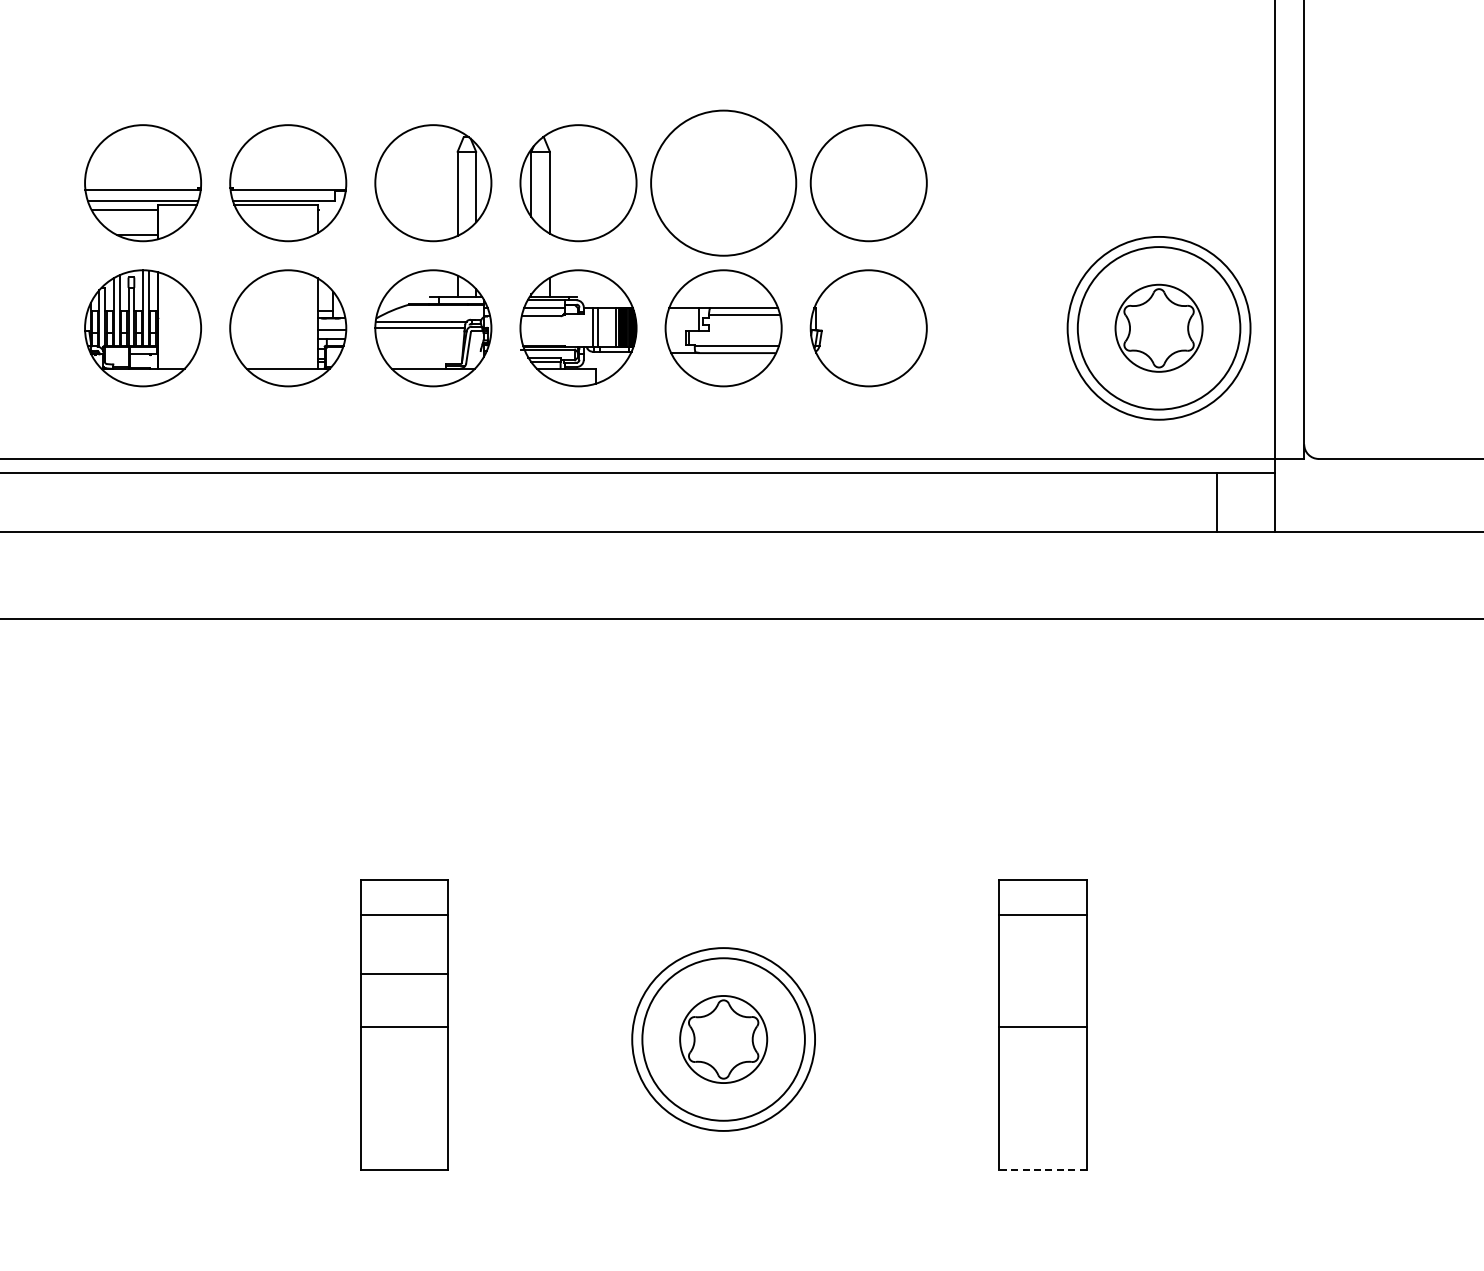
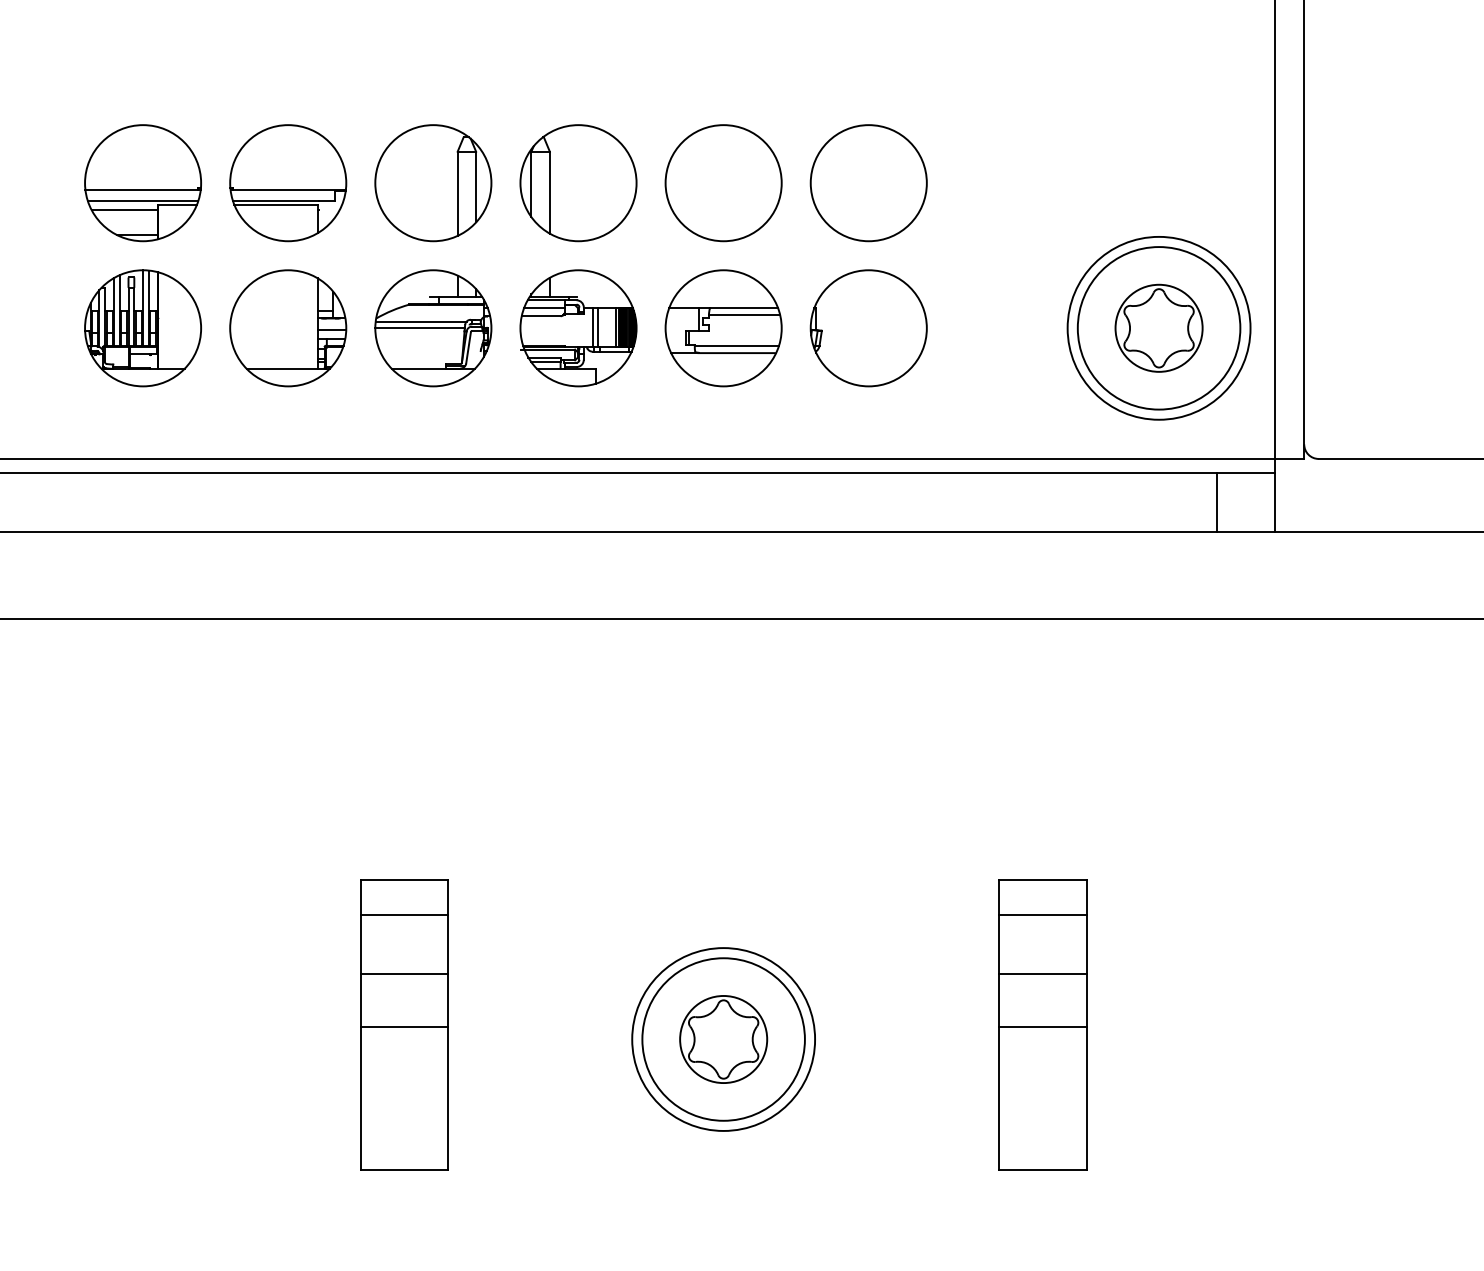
circle at (723, 182) diameter: 145 px -> 116 px
line at (1042, 974): none -> present
line at (1042, 1170): dashed -> solid
